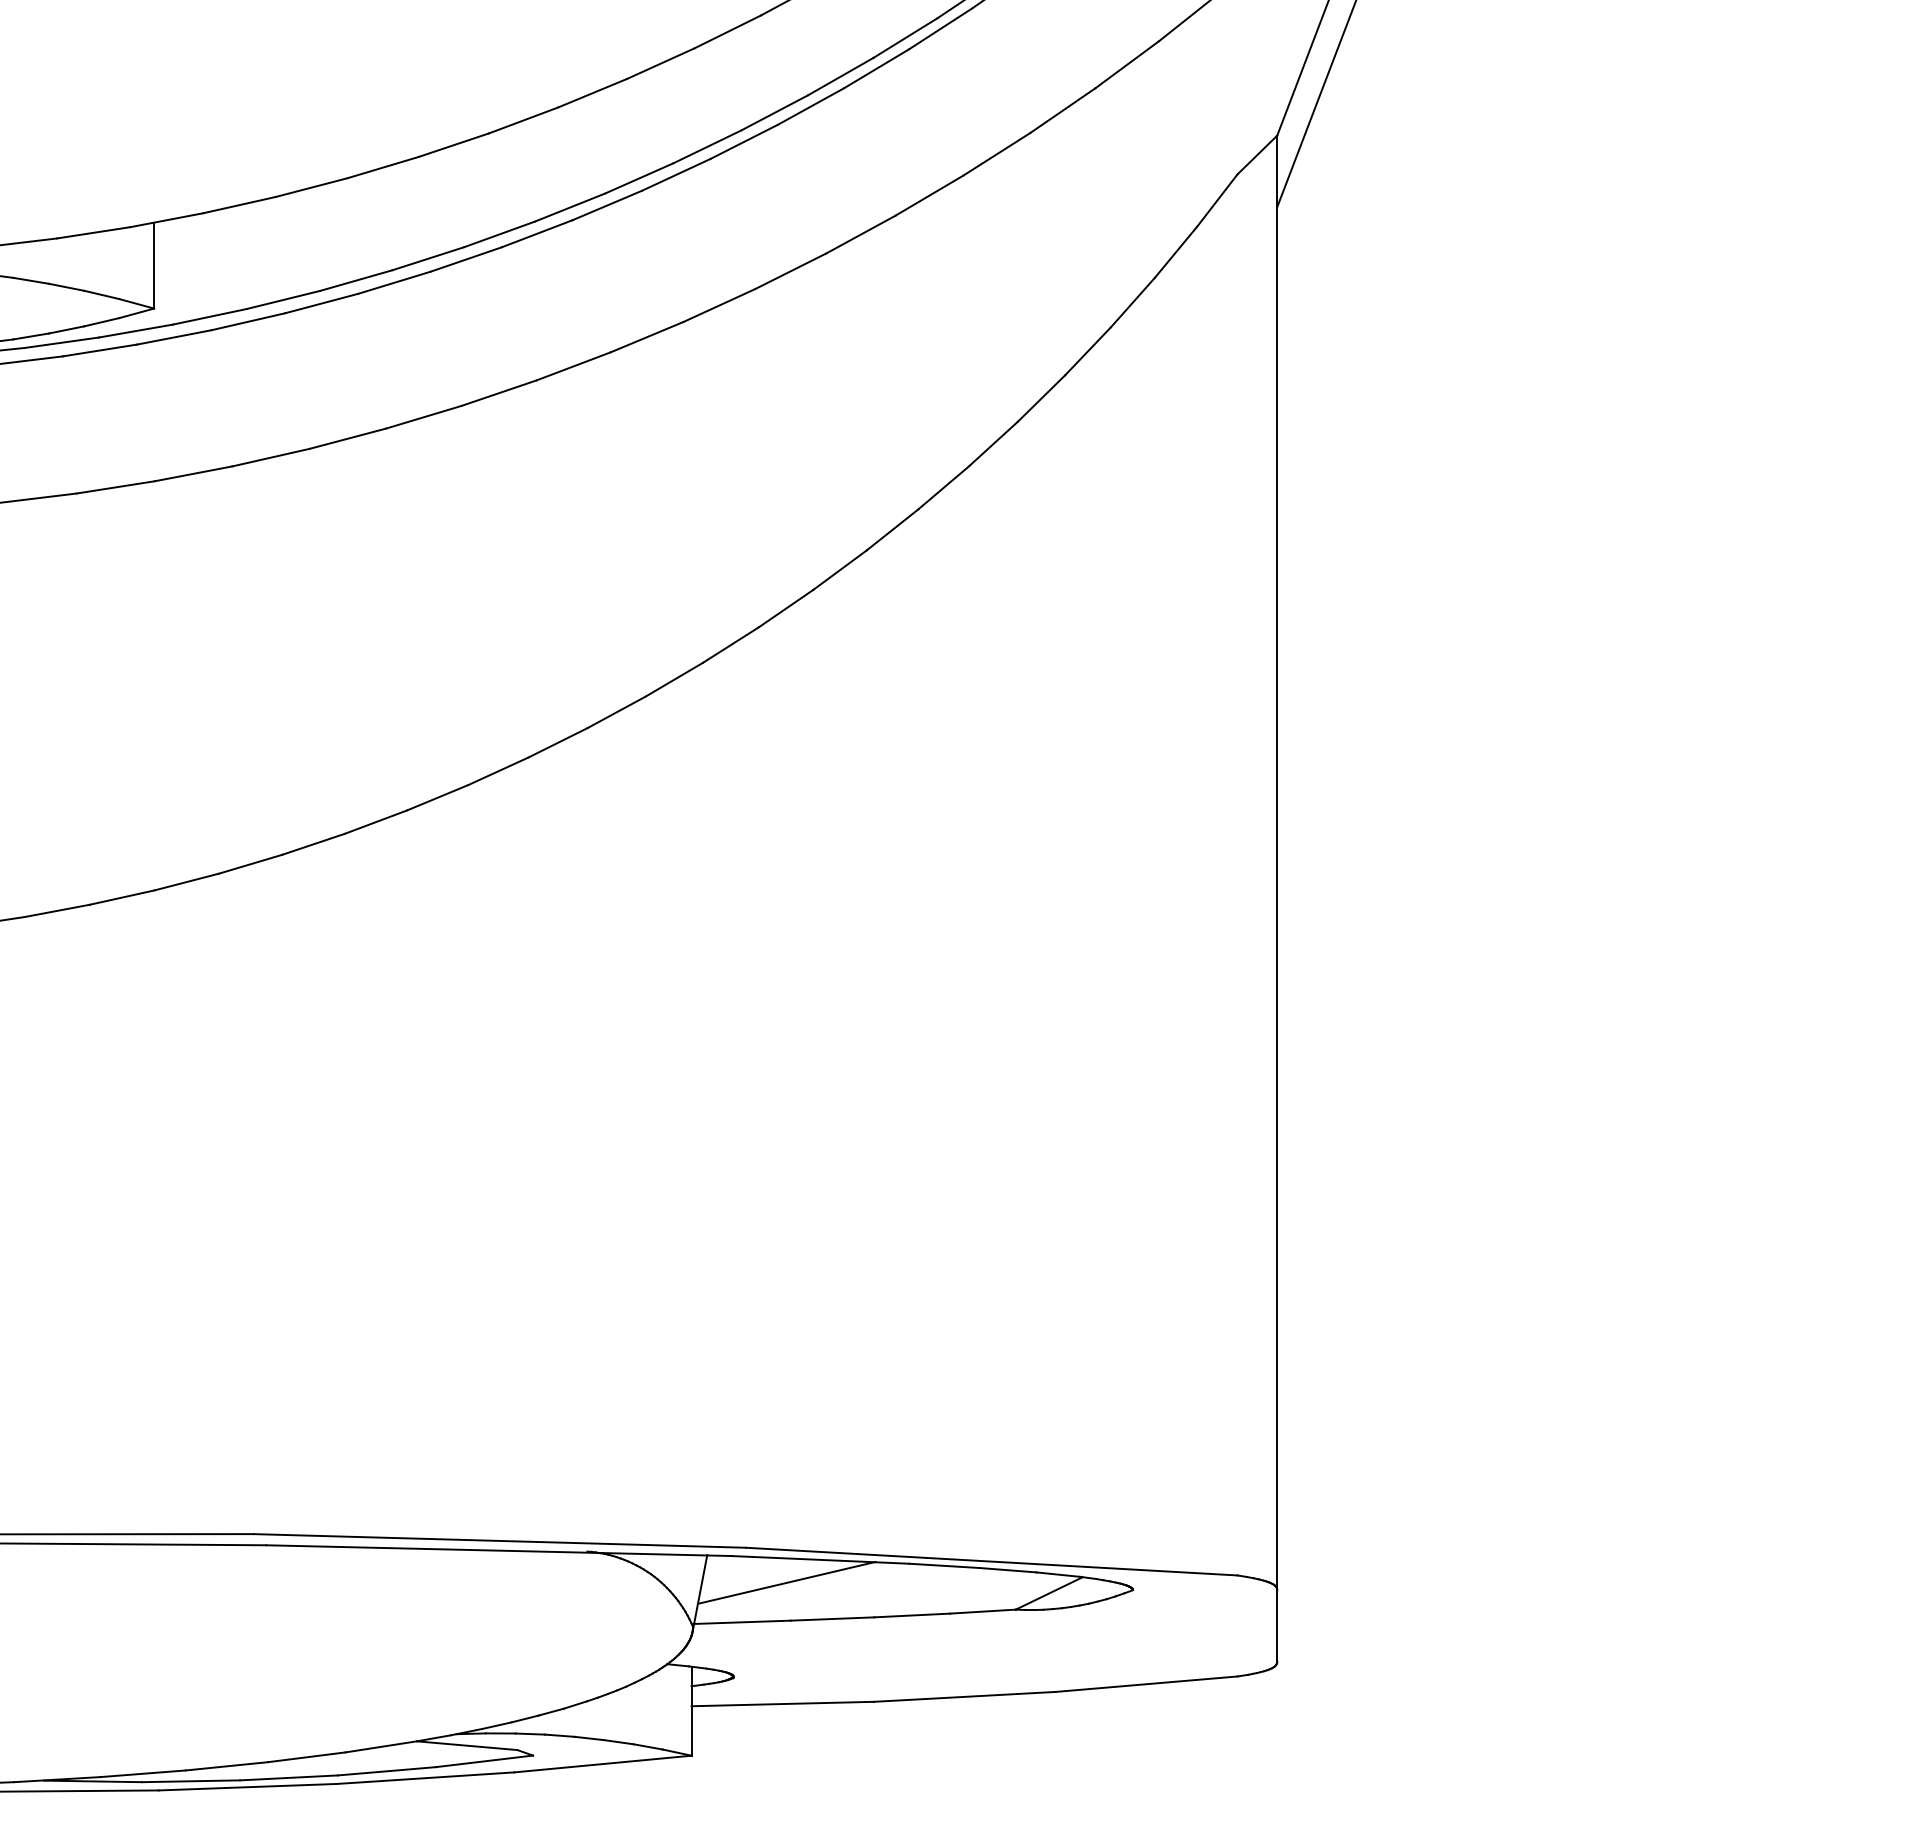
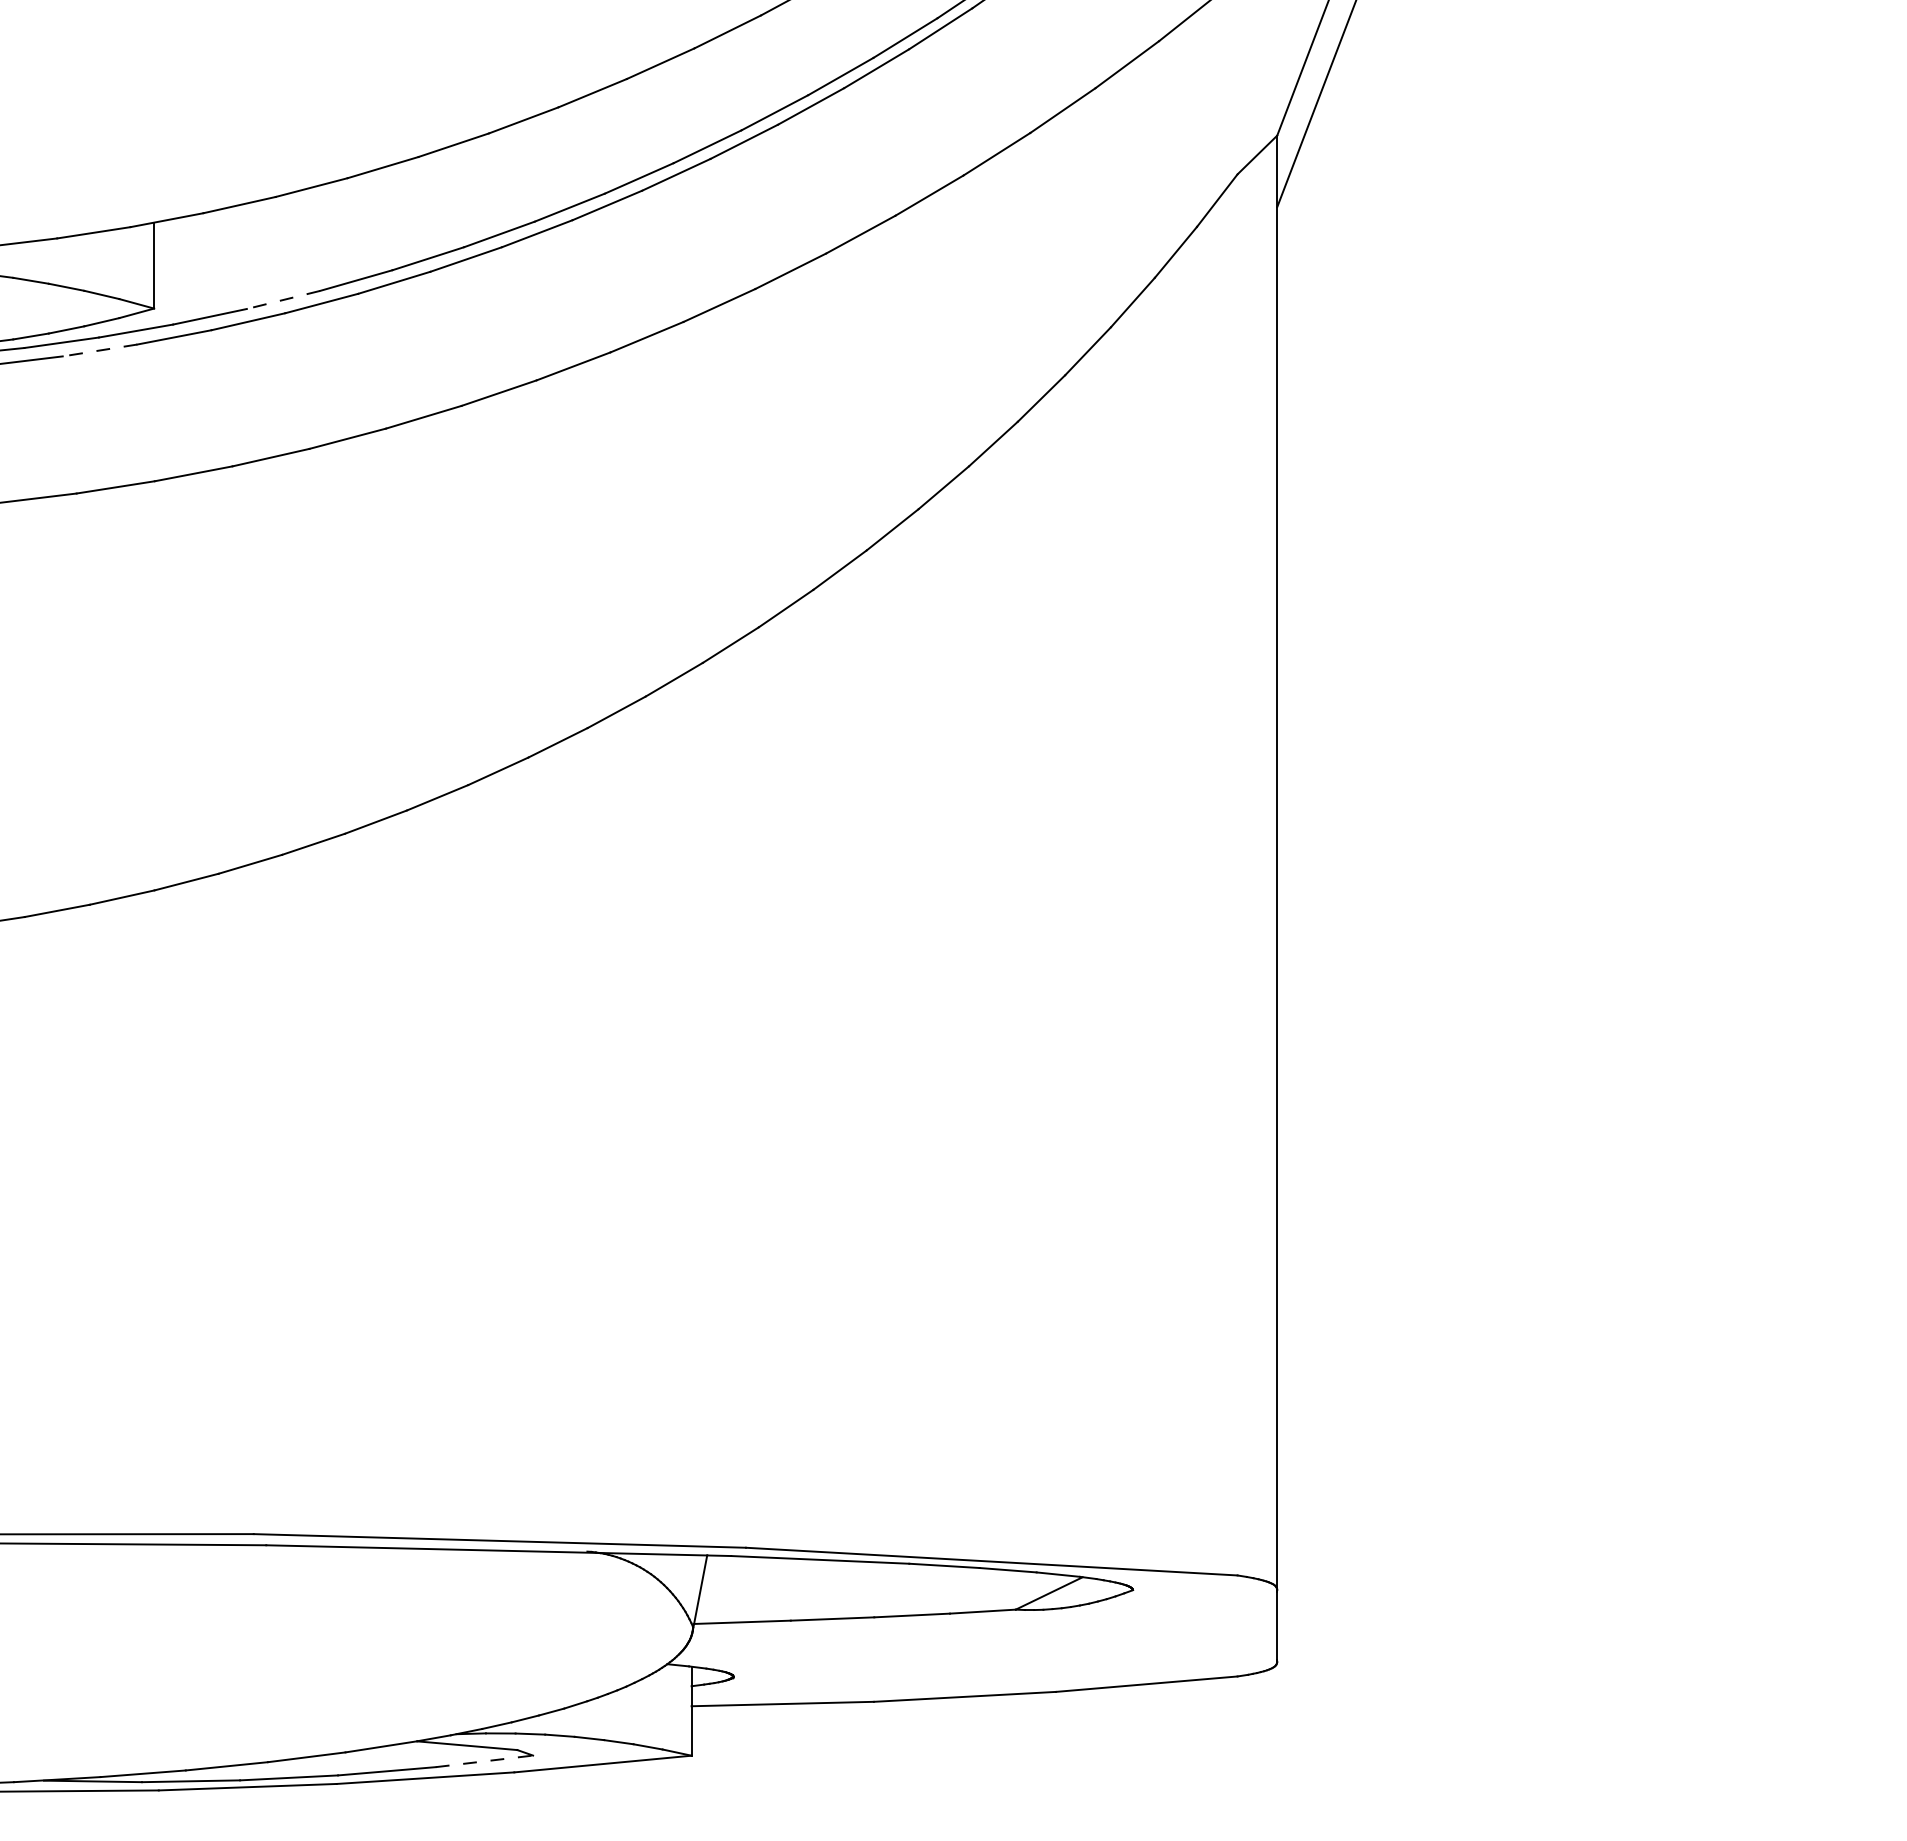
line at (283, 299): solid -> dashed
line at (100, 350): solid -> dashed
line at (786, 1582): present -> none
line at (484, 1761): solid -> dashed
